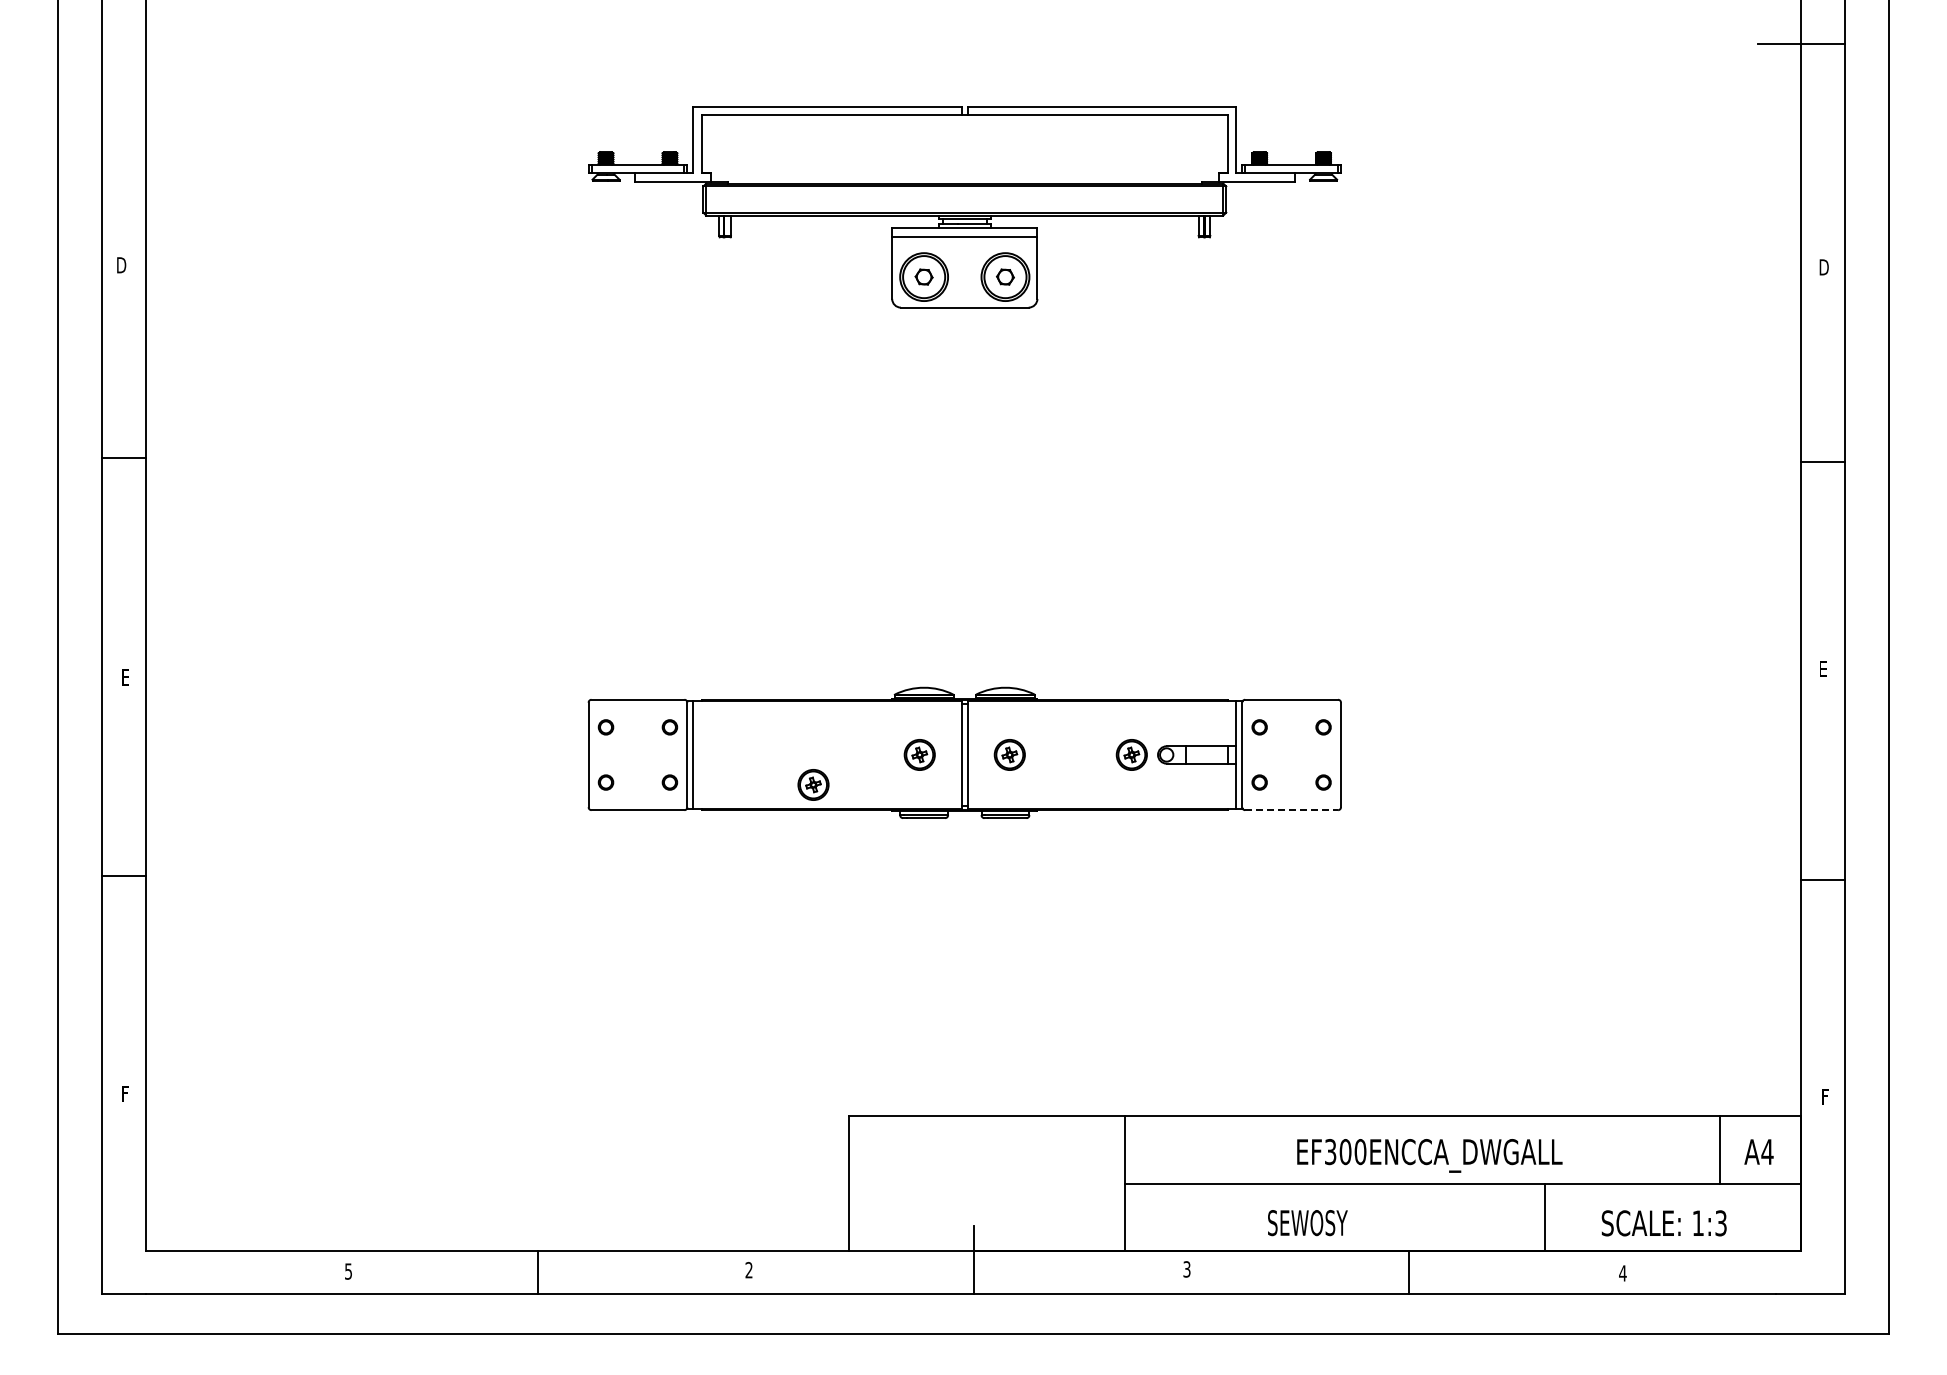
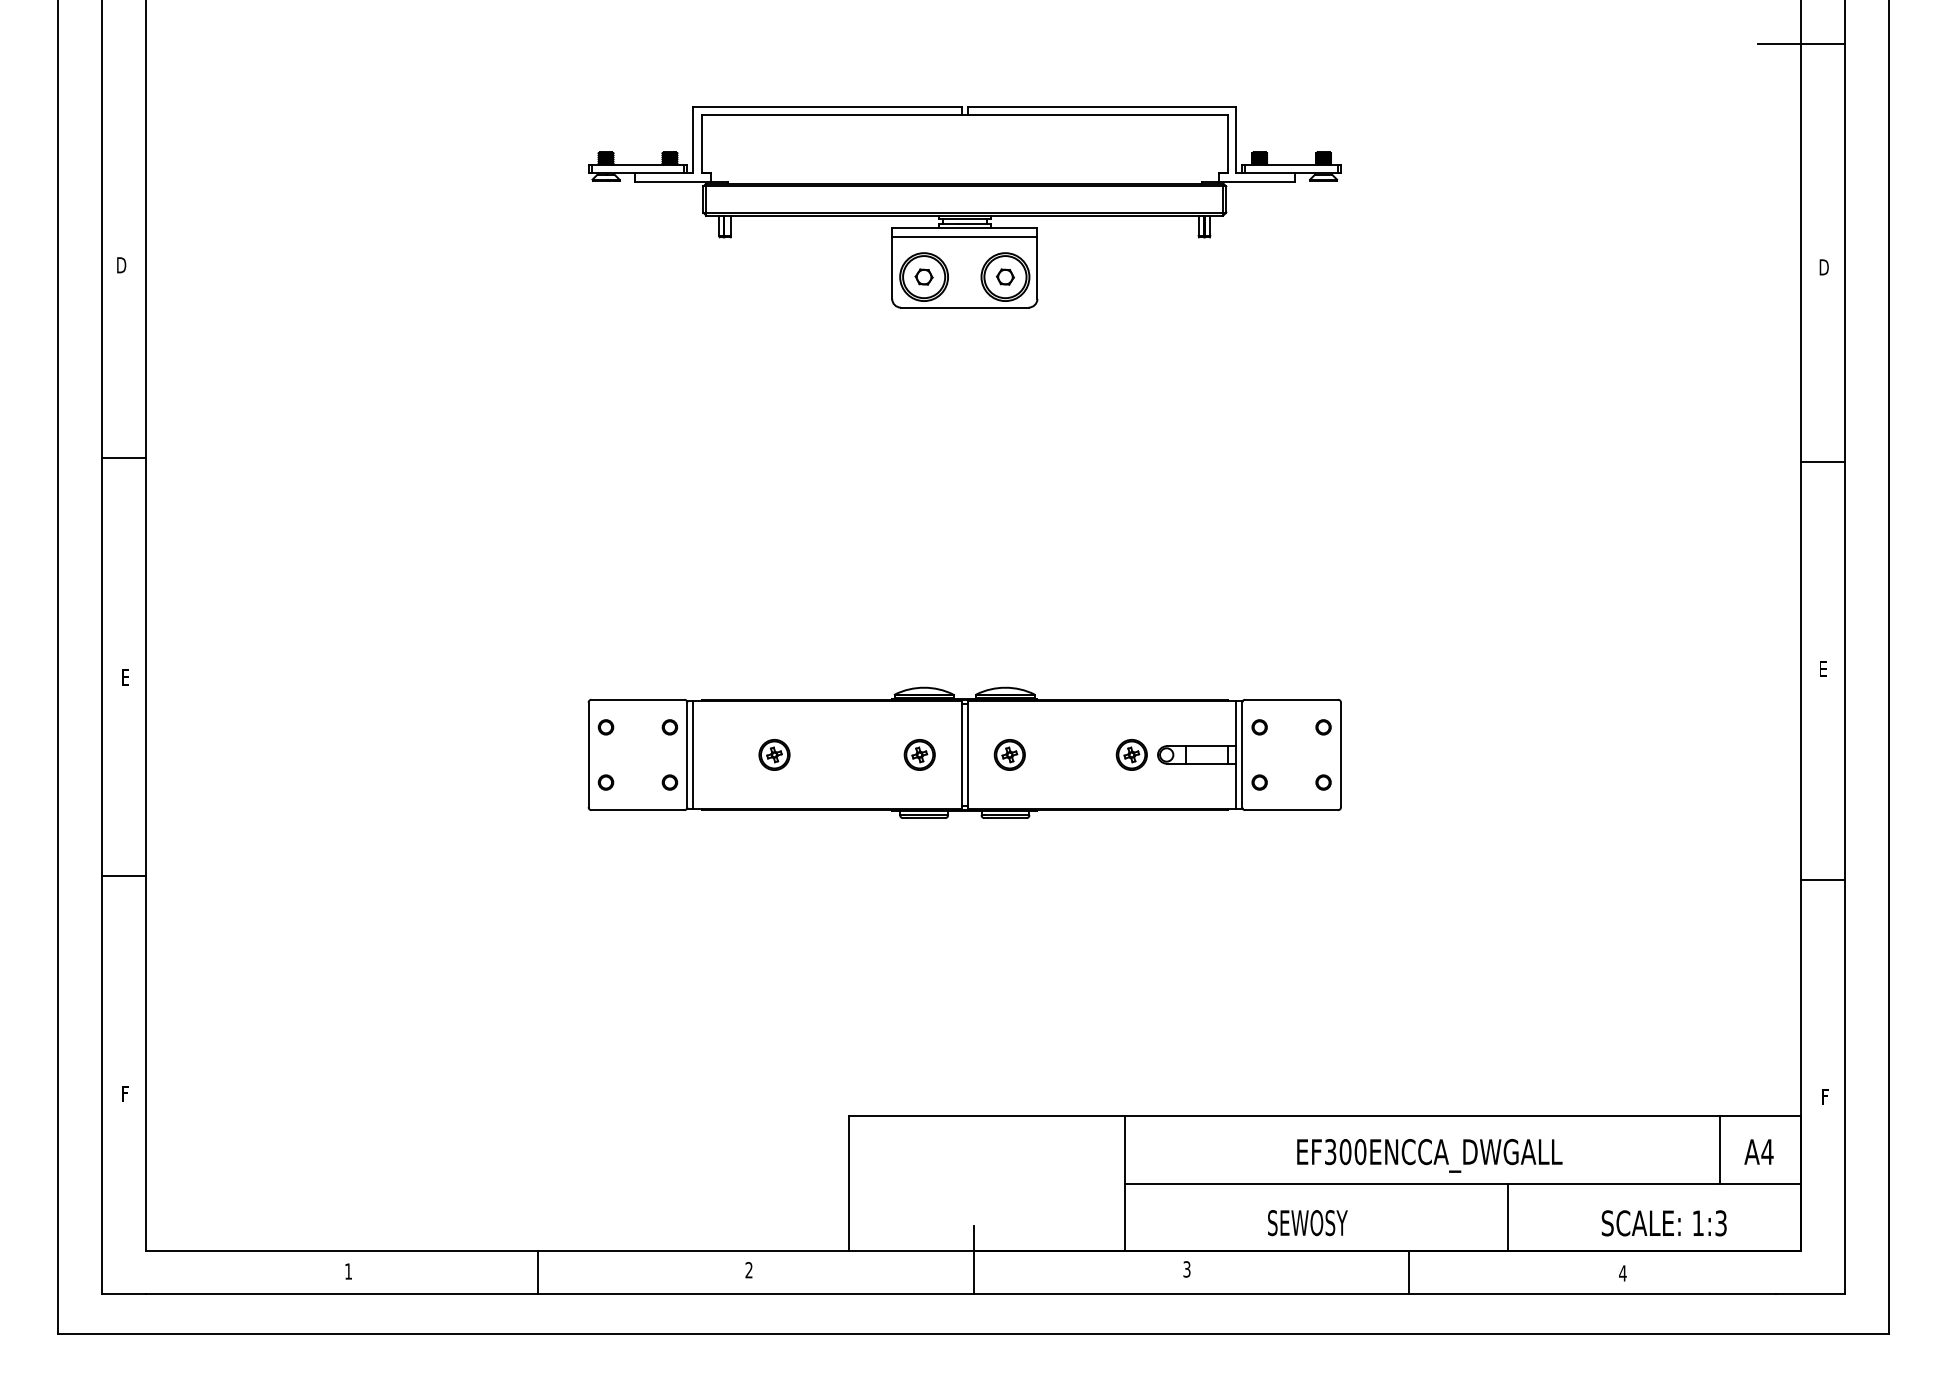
part at (813, 784) position: (813, 784) -> (774, 754)
line at (1292, 810): dashed -> solid
line at (1544, 1216) position: (1544, 1216) -> (1507, 1216)
text at (348, 1271): 5 -> 1
